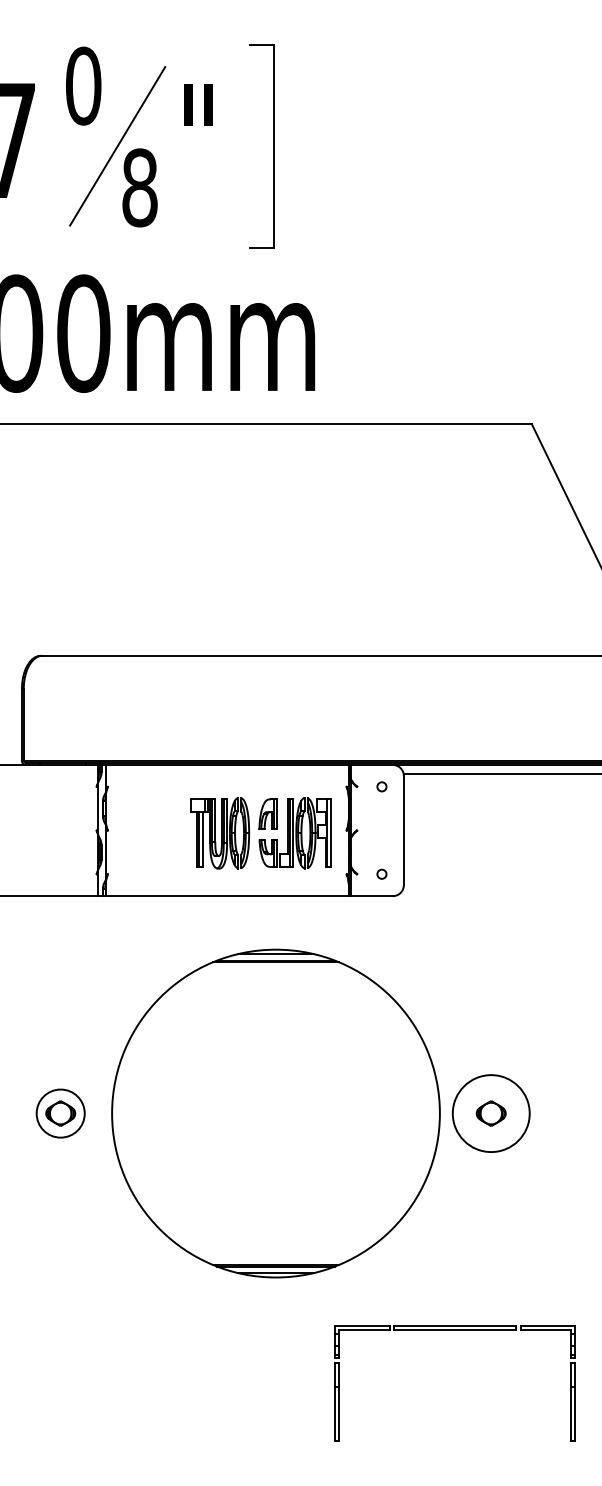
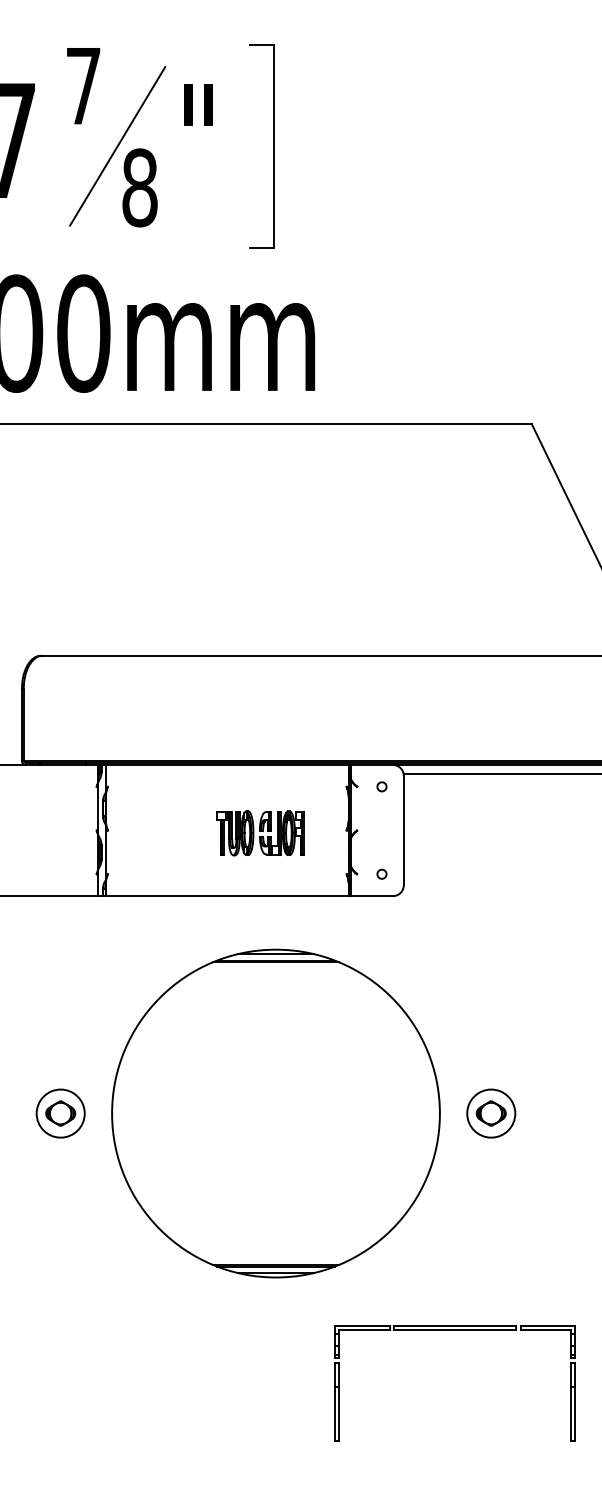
text at (83, 85): 0 -> 7
part at (260, 833) size: 142x73 px -> 89x47 px
circle at (490, 1113) diameter: 77 px -> 48 px
